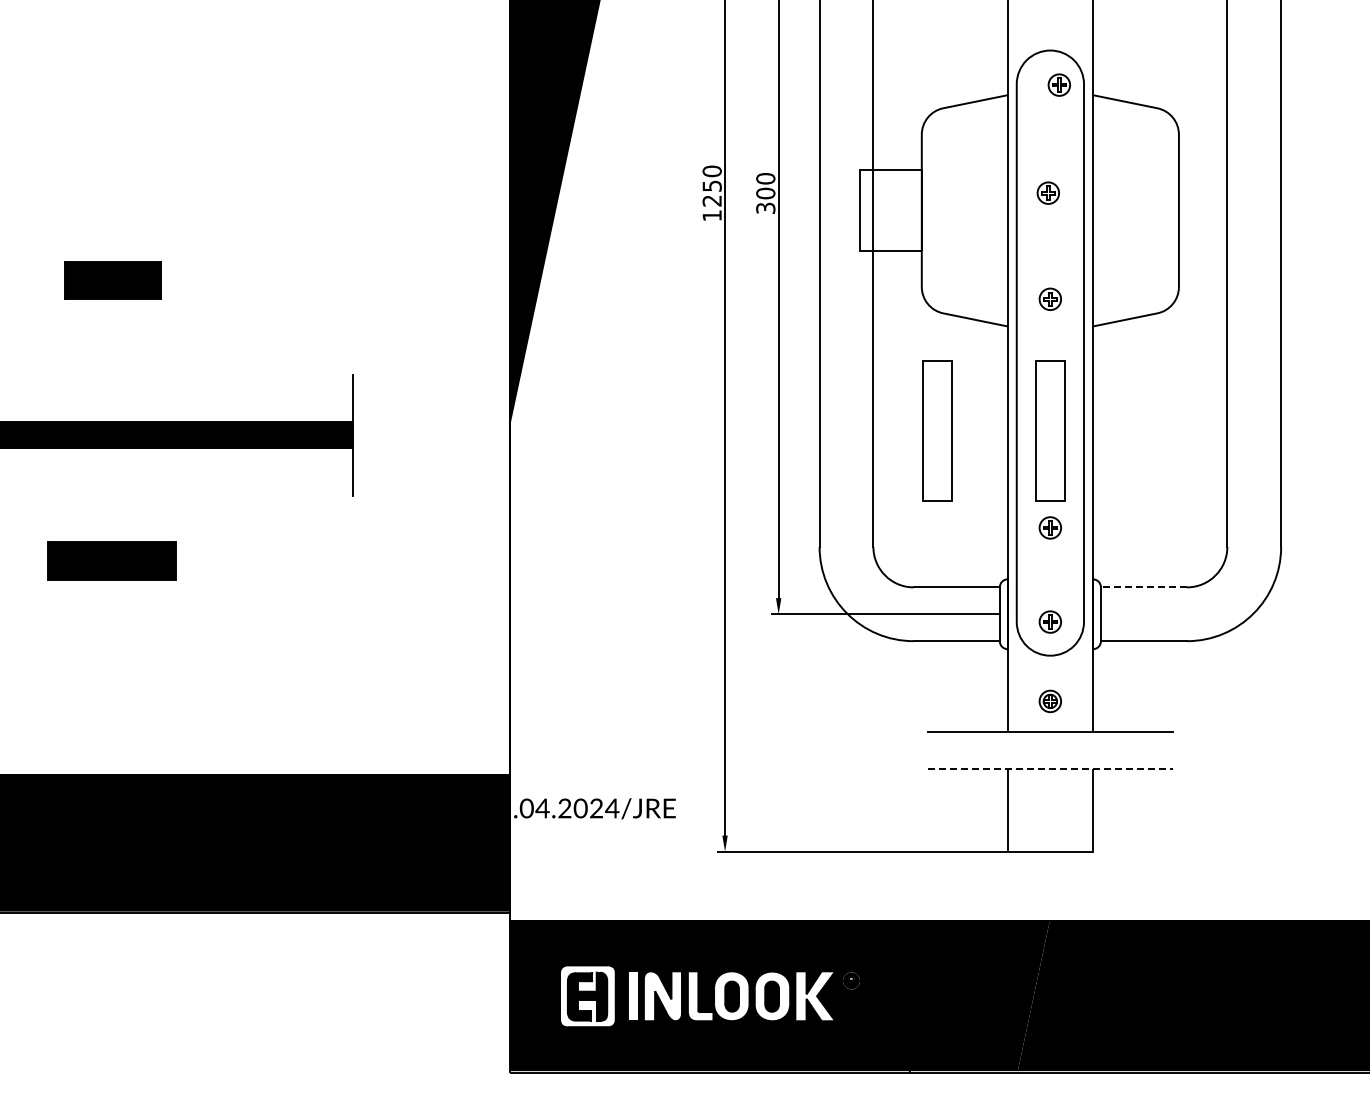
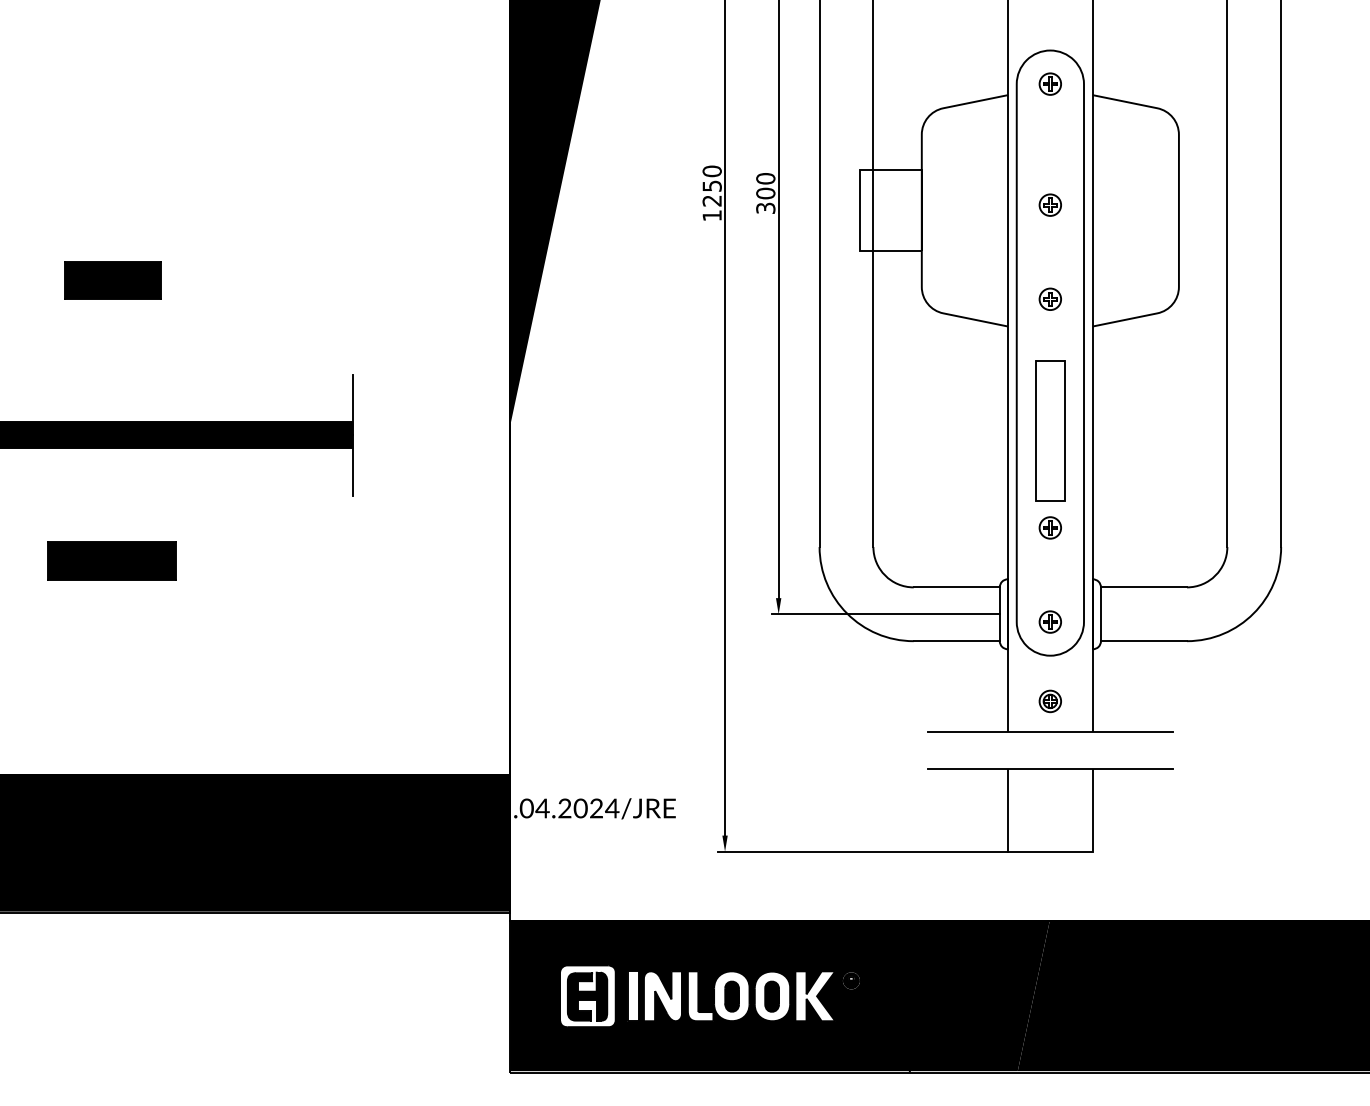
part at (1058, 84) position: (1058, 84) -> (1049, 83)
part at (1047, 192) position: (1047, 192) -> (1049, 204)
part at (937, 430): present -> none
line at (1143, 587): dashed -> solid
line at (1050, 769): dashed -> solid
